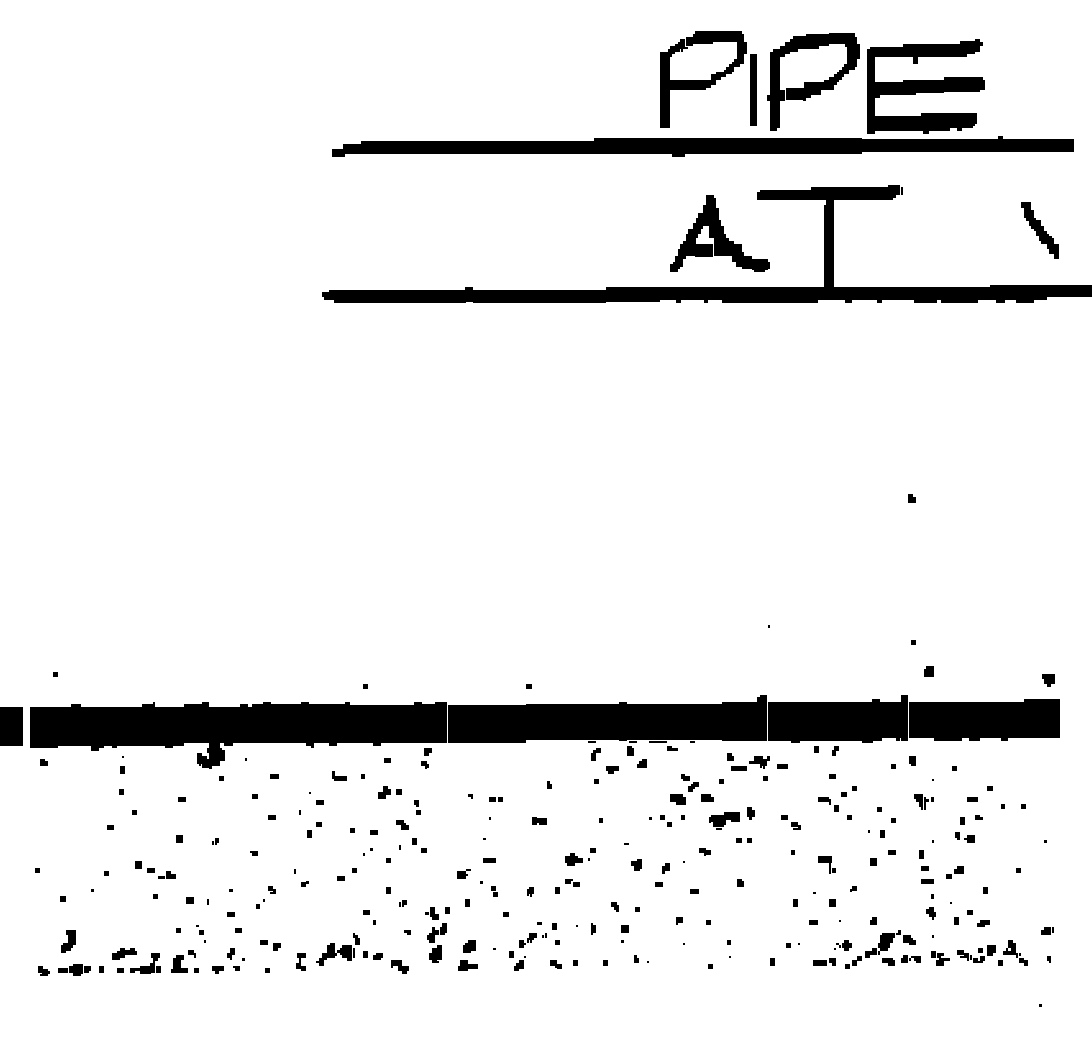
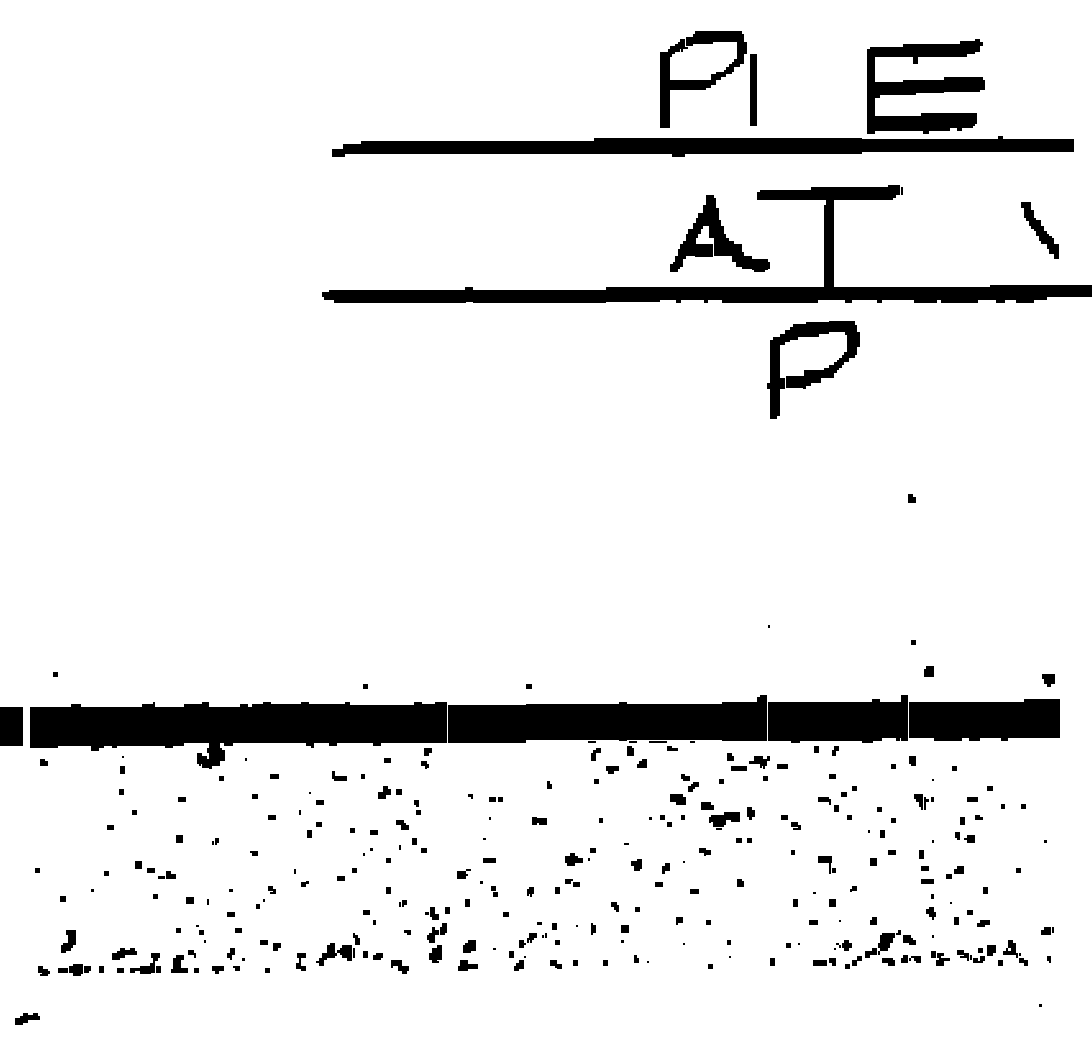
part at (813, 81) position: (813, 81) -> (813, 369)
part at (707, 797) position: (707, 797) -> (707, 805)
part at (27, 1018): none -> present
